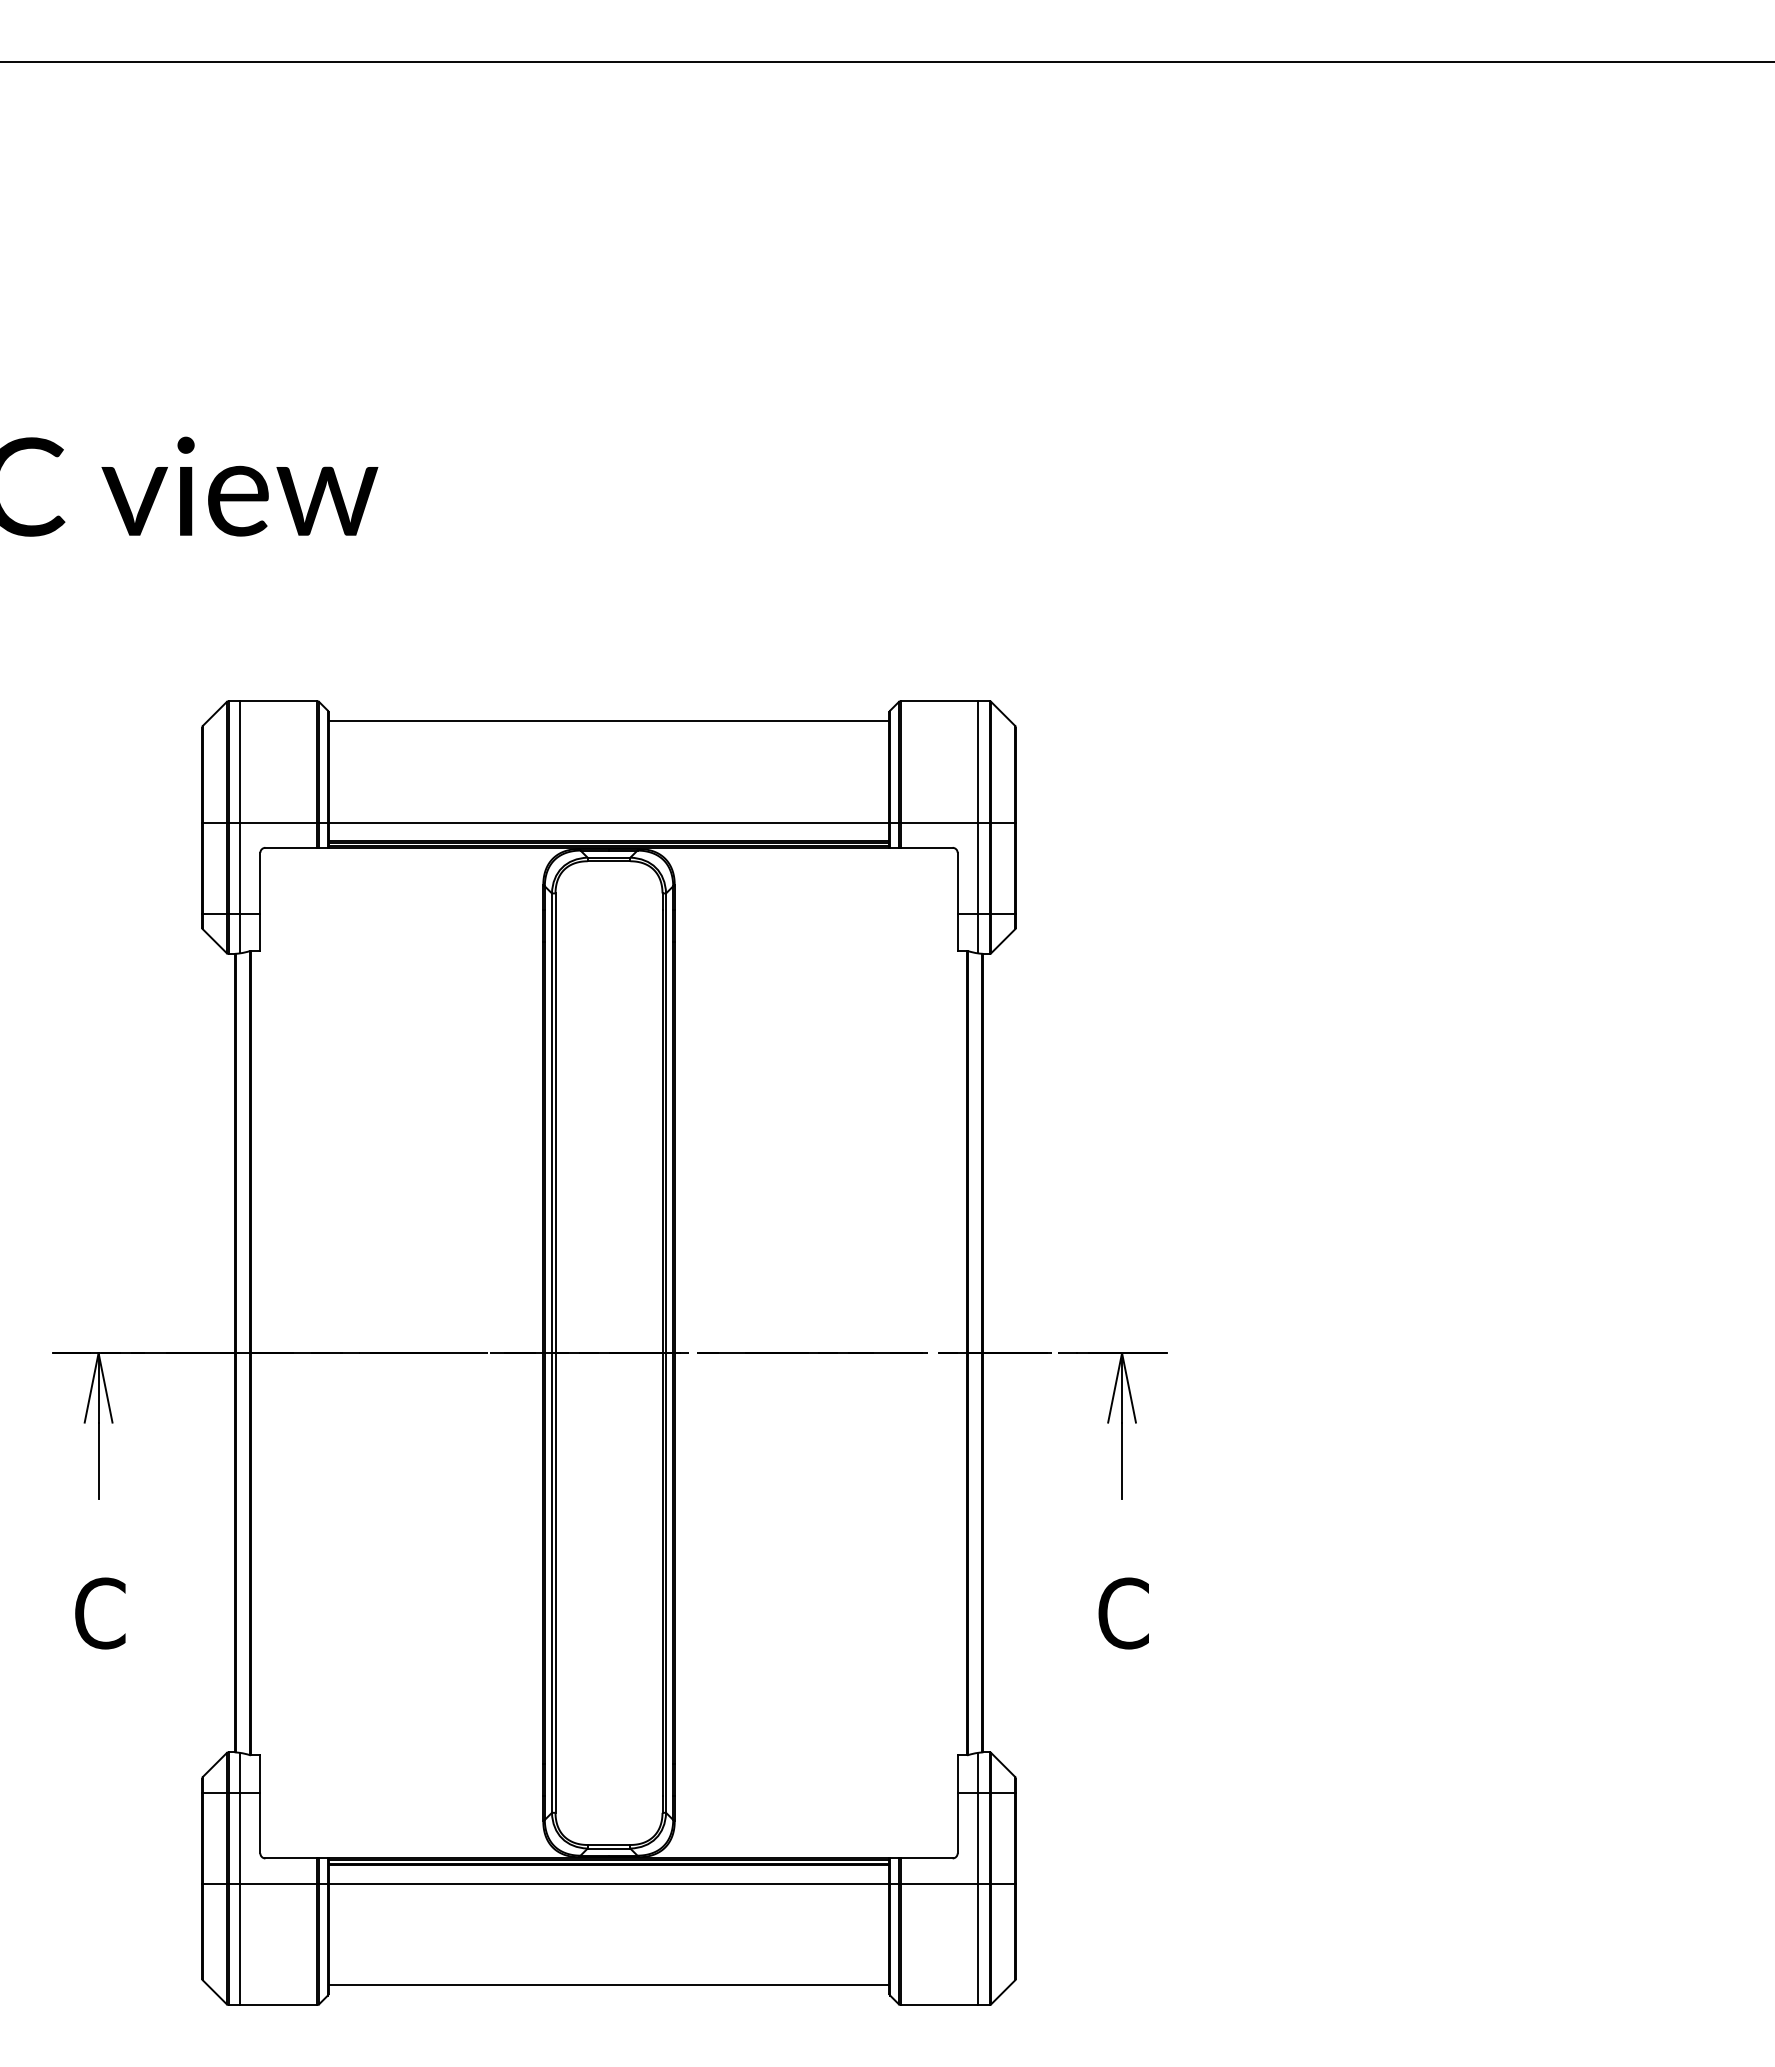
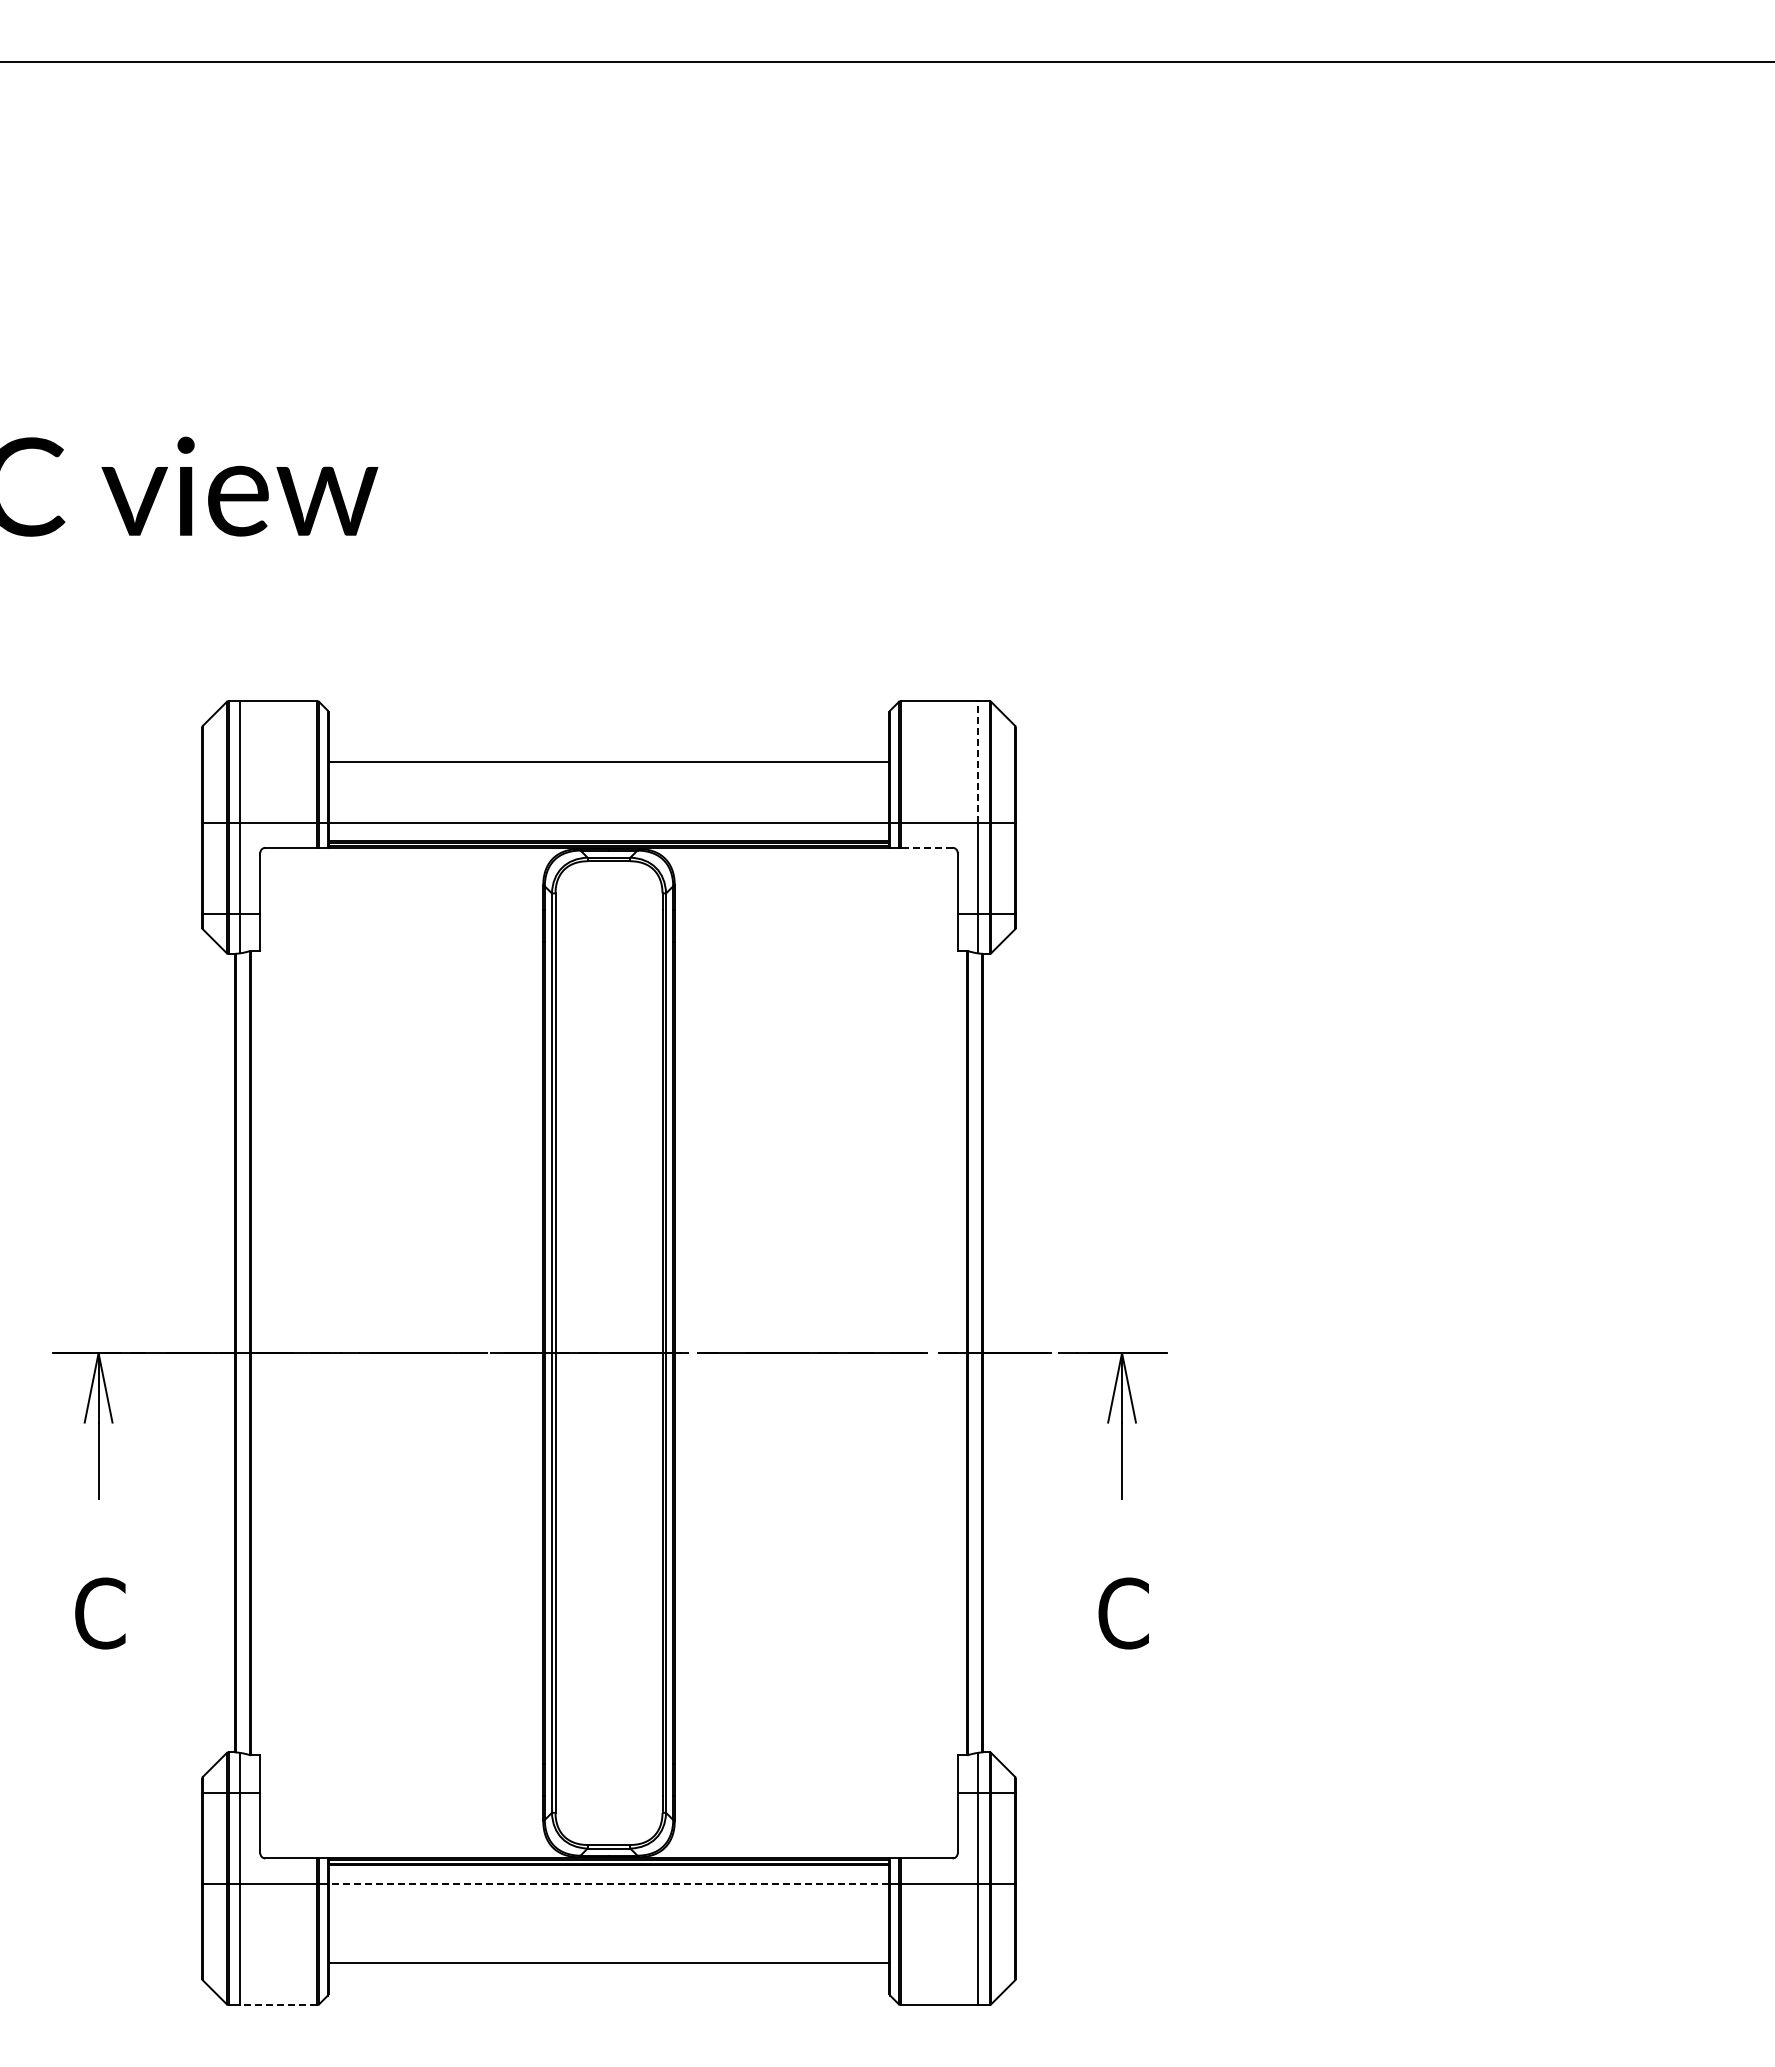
line at (608, 721) position: (608, 721) -> (608, 762)
line at (977, 761): solid -> dashed
line at (926, 847): solid -> dashed
line at (608, 1883): solid -> dashed
line at (608, 1984) position: (608, 1984) -> (608, 1962)
line at (278, 2004): solid -> dashed
